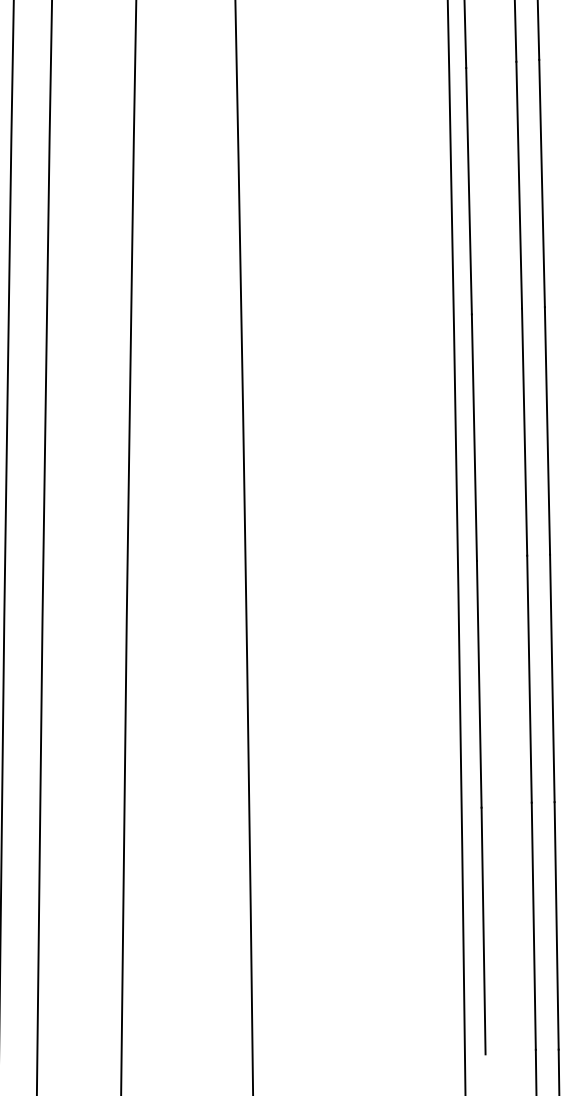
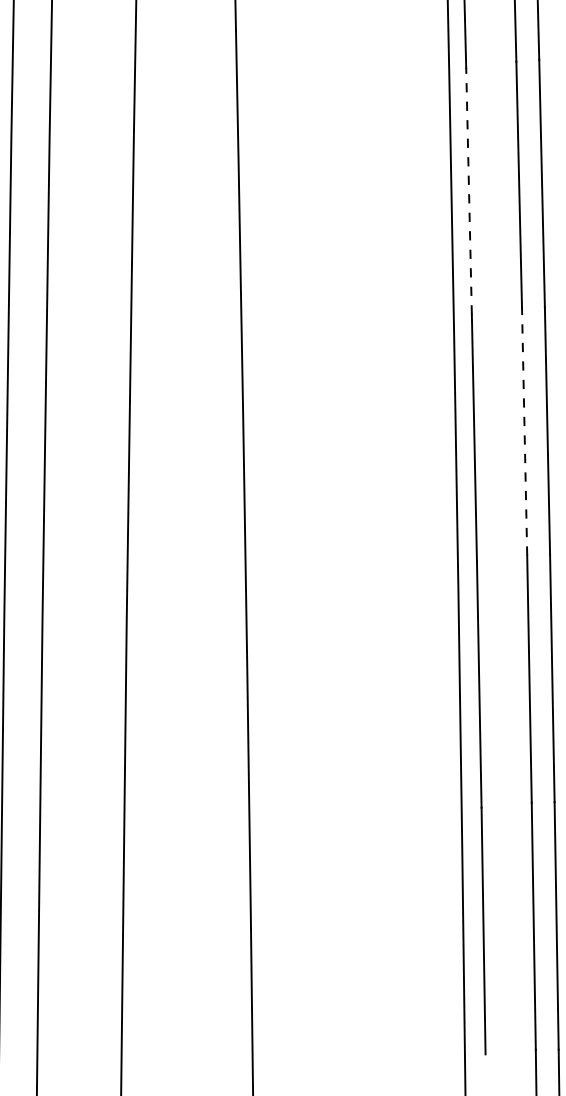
line at (469, 190): solid -> dashed
line at (524, 432): solid -> dashed
